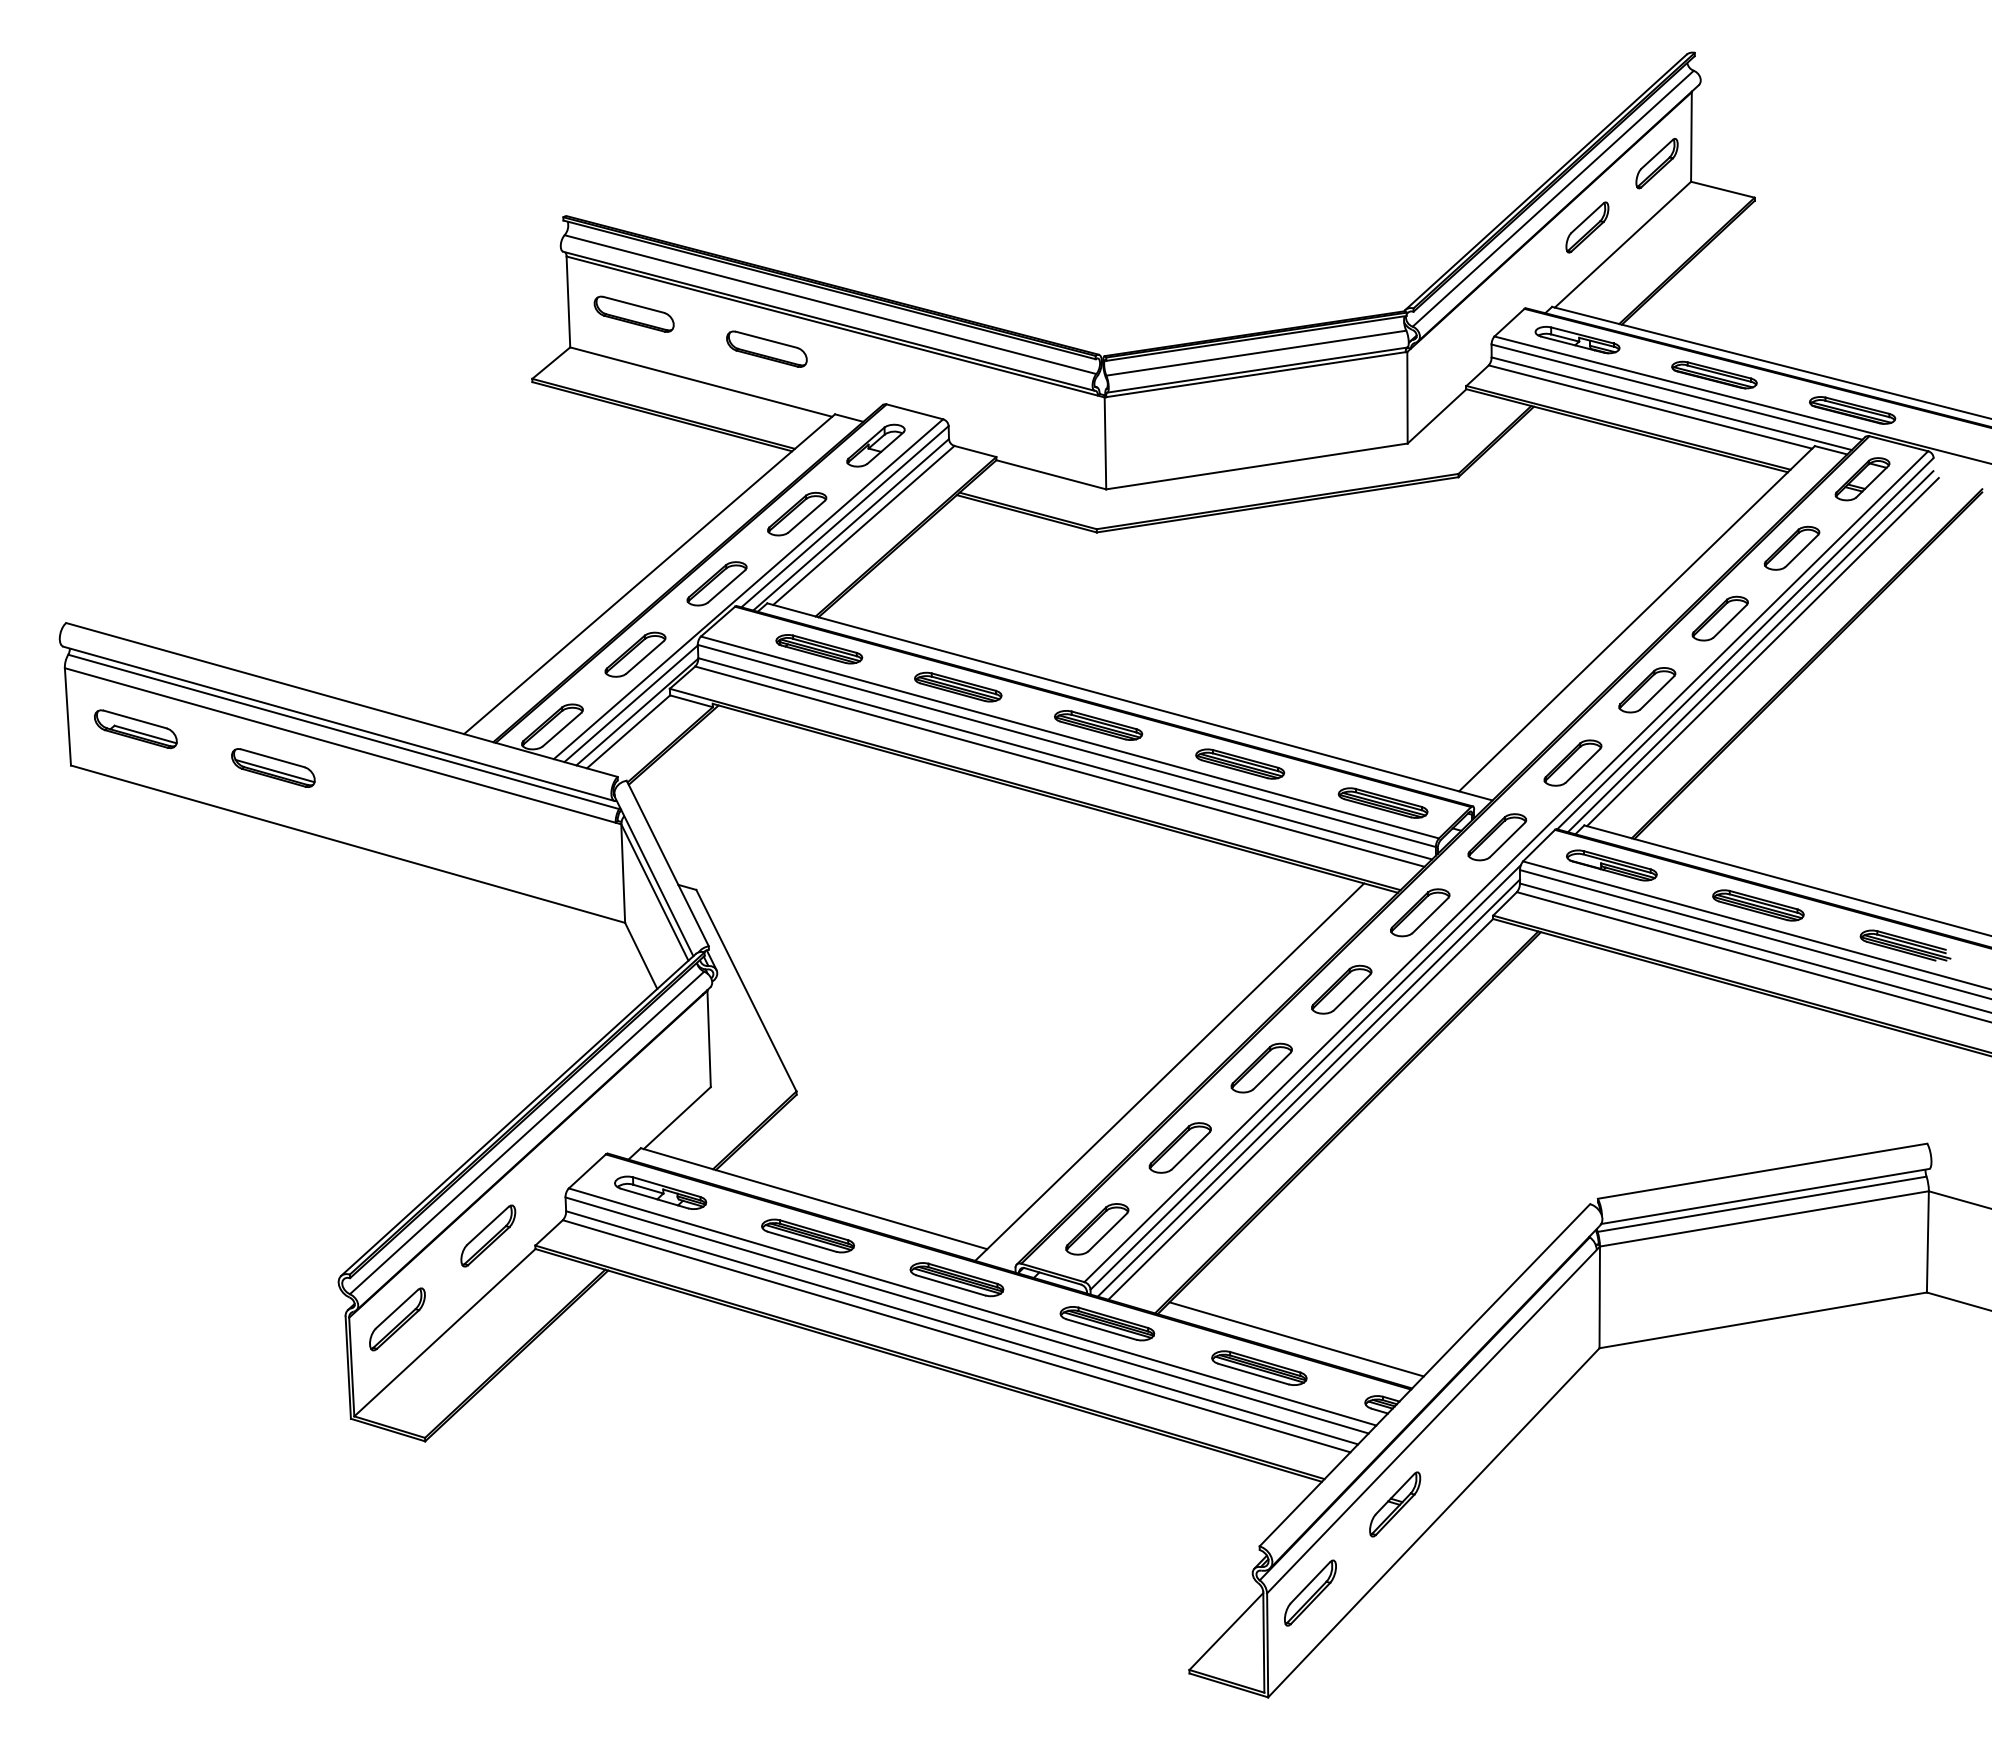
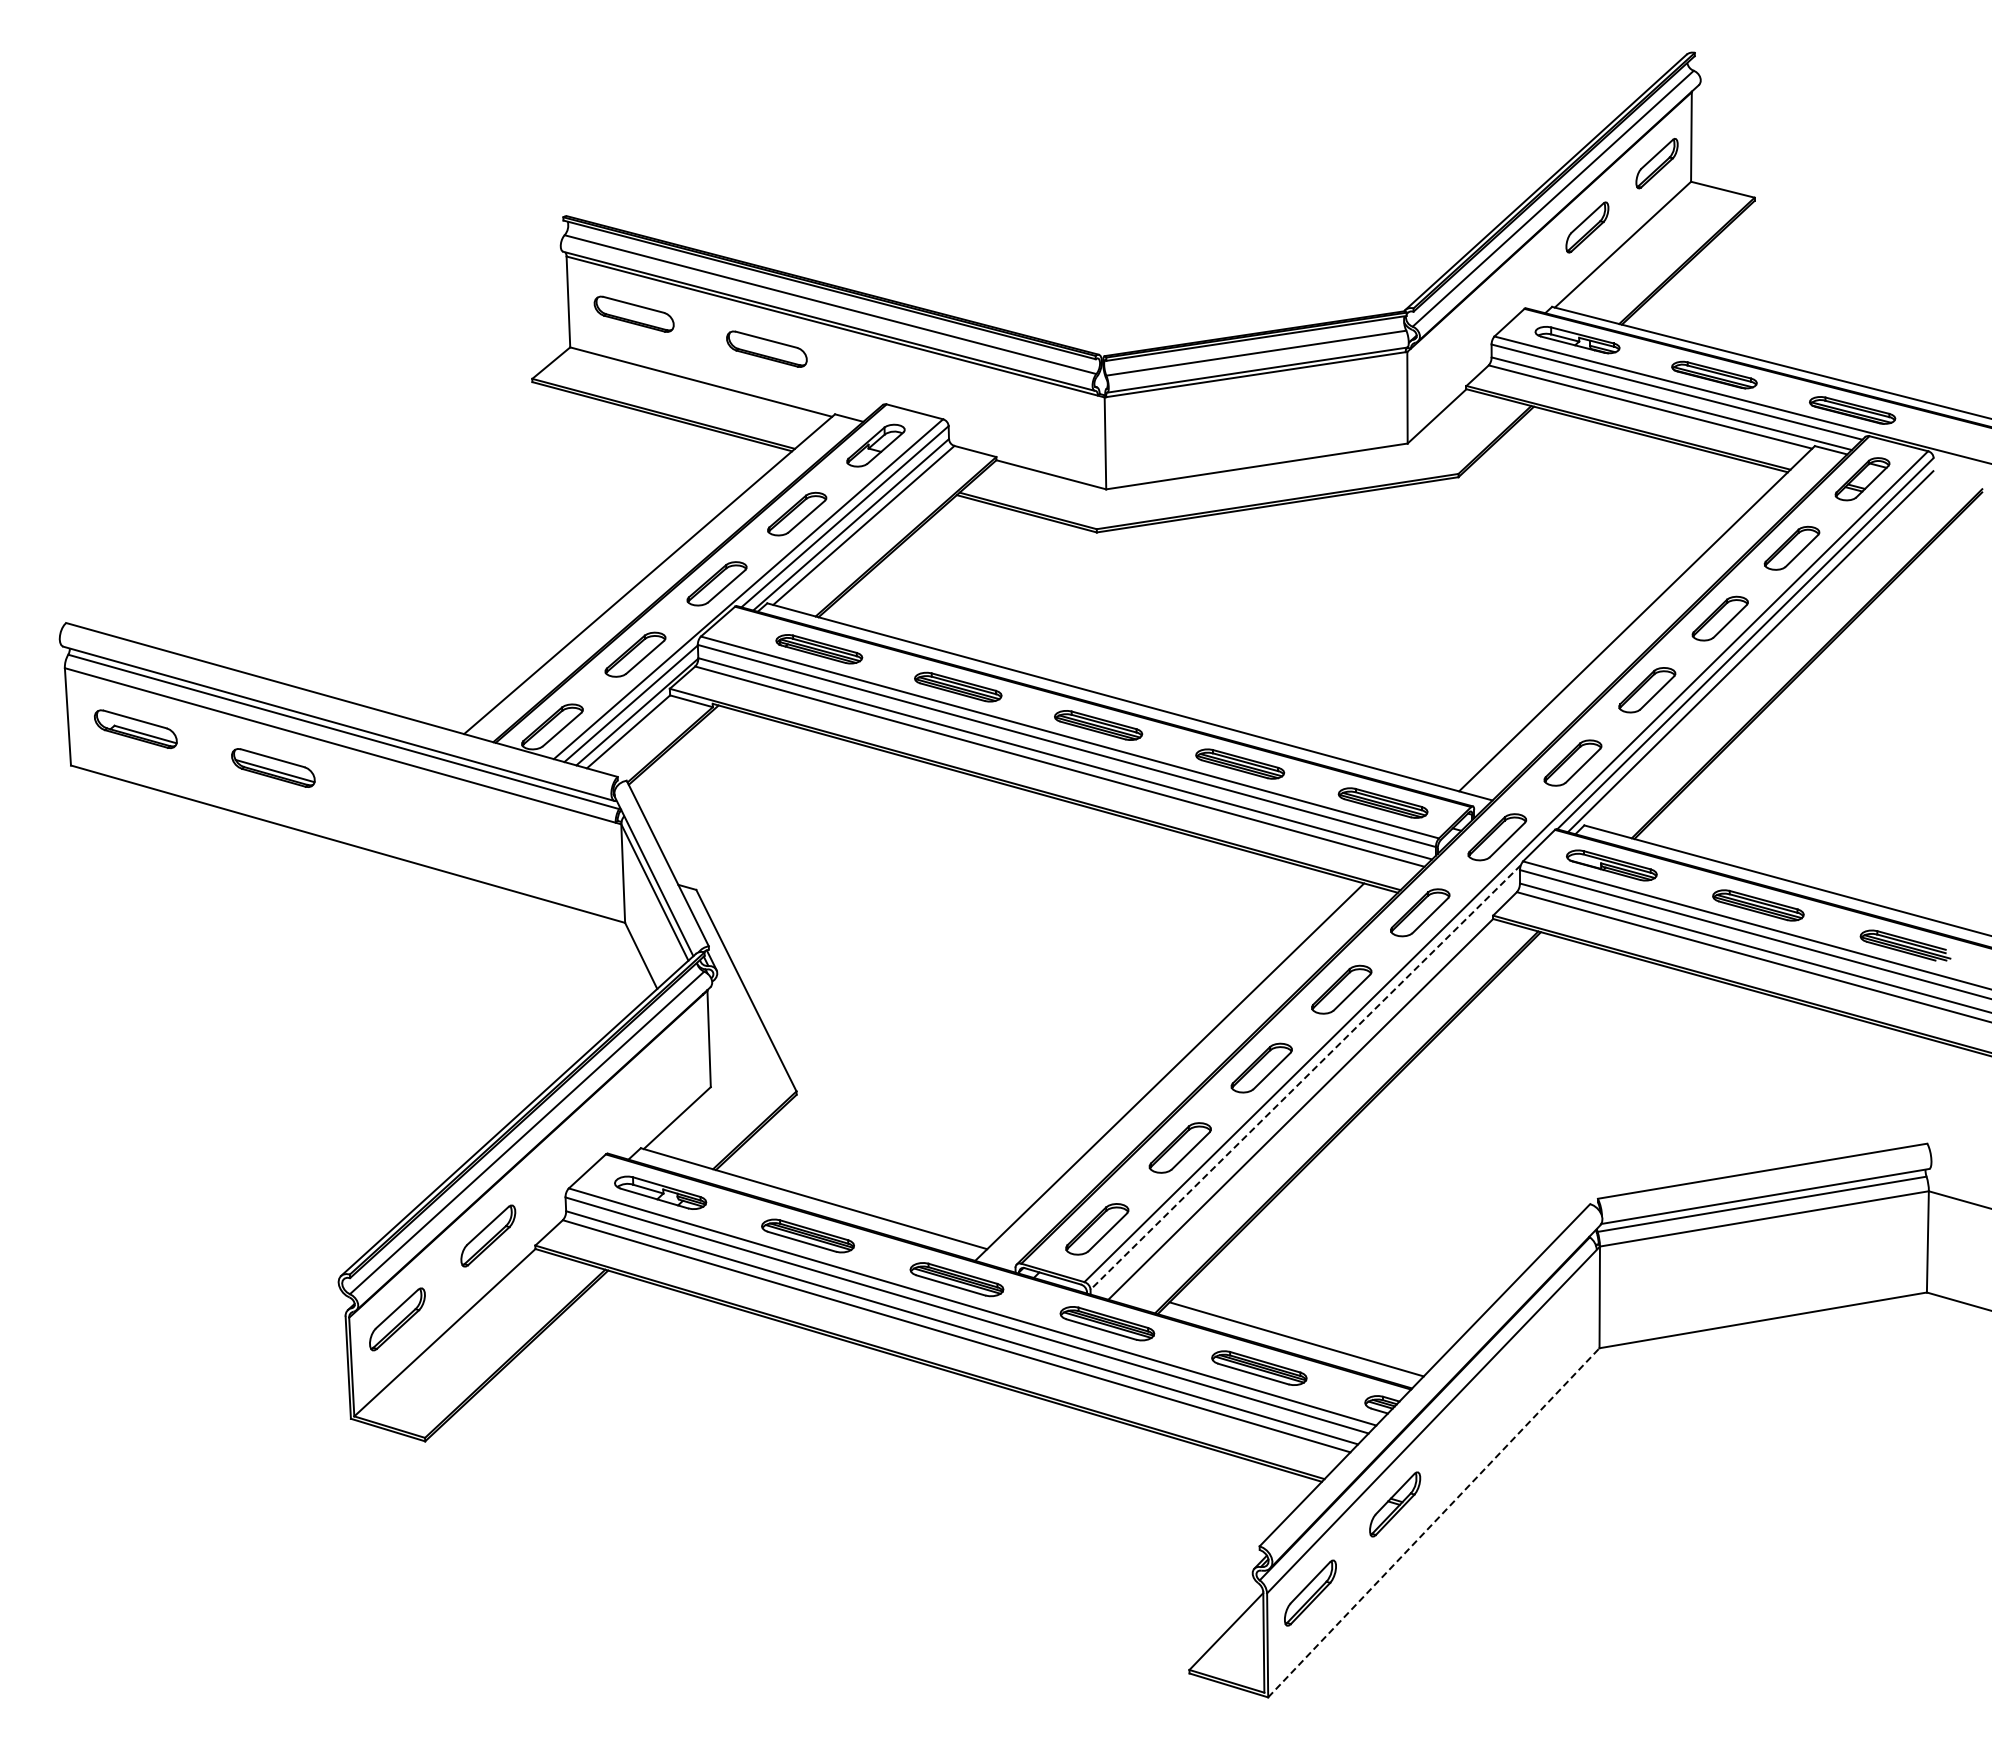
line at (1762, 652): present -> none
line at (1305, 1077): solid -> dashed
line at (1308, 1087): present -> none
line at (1433, 1522): solid -> dashed
